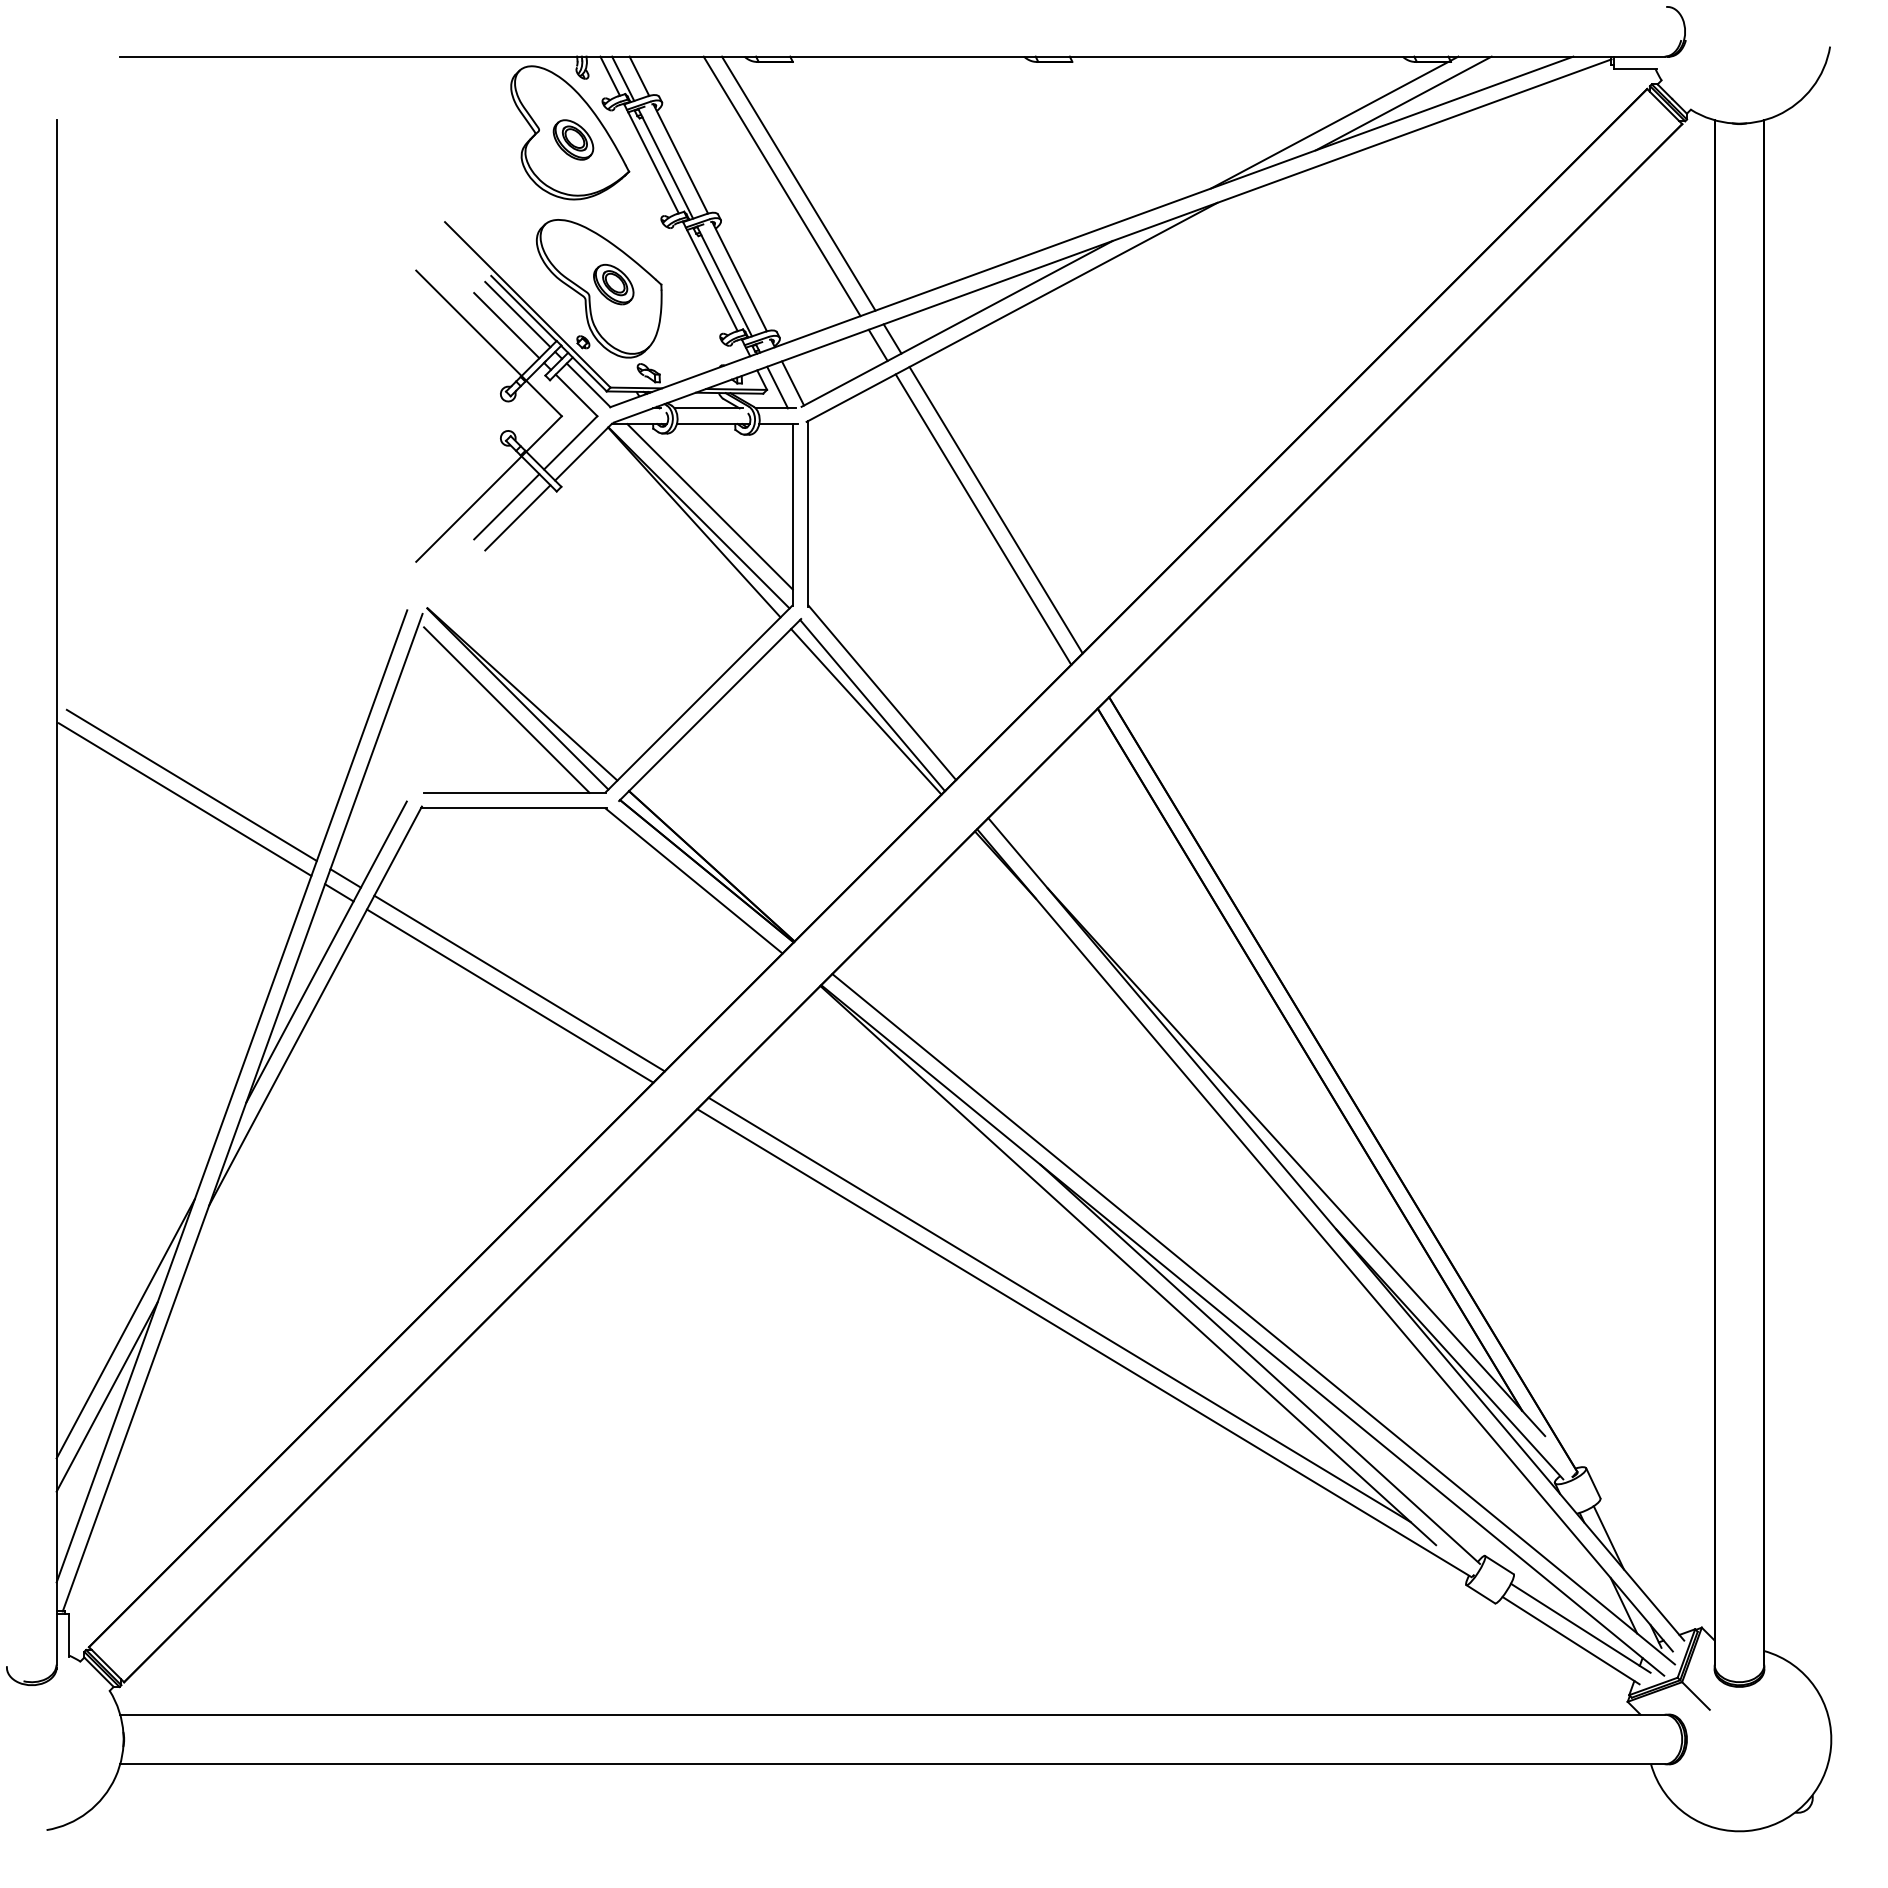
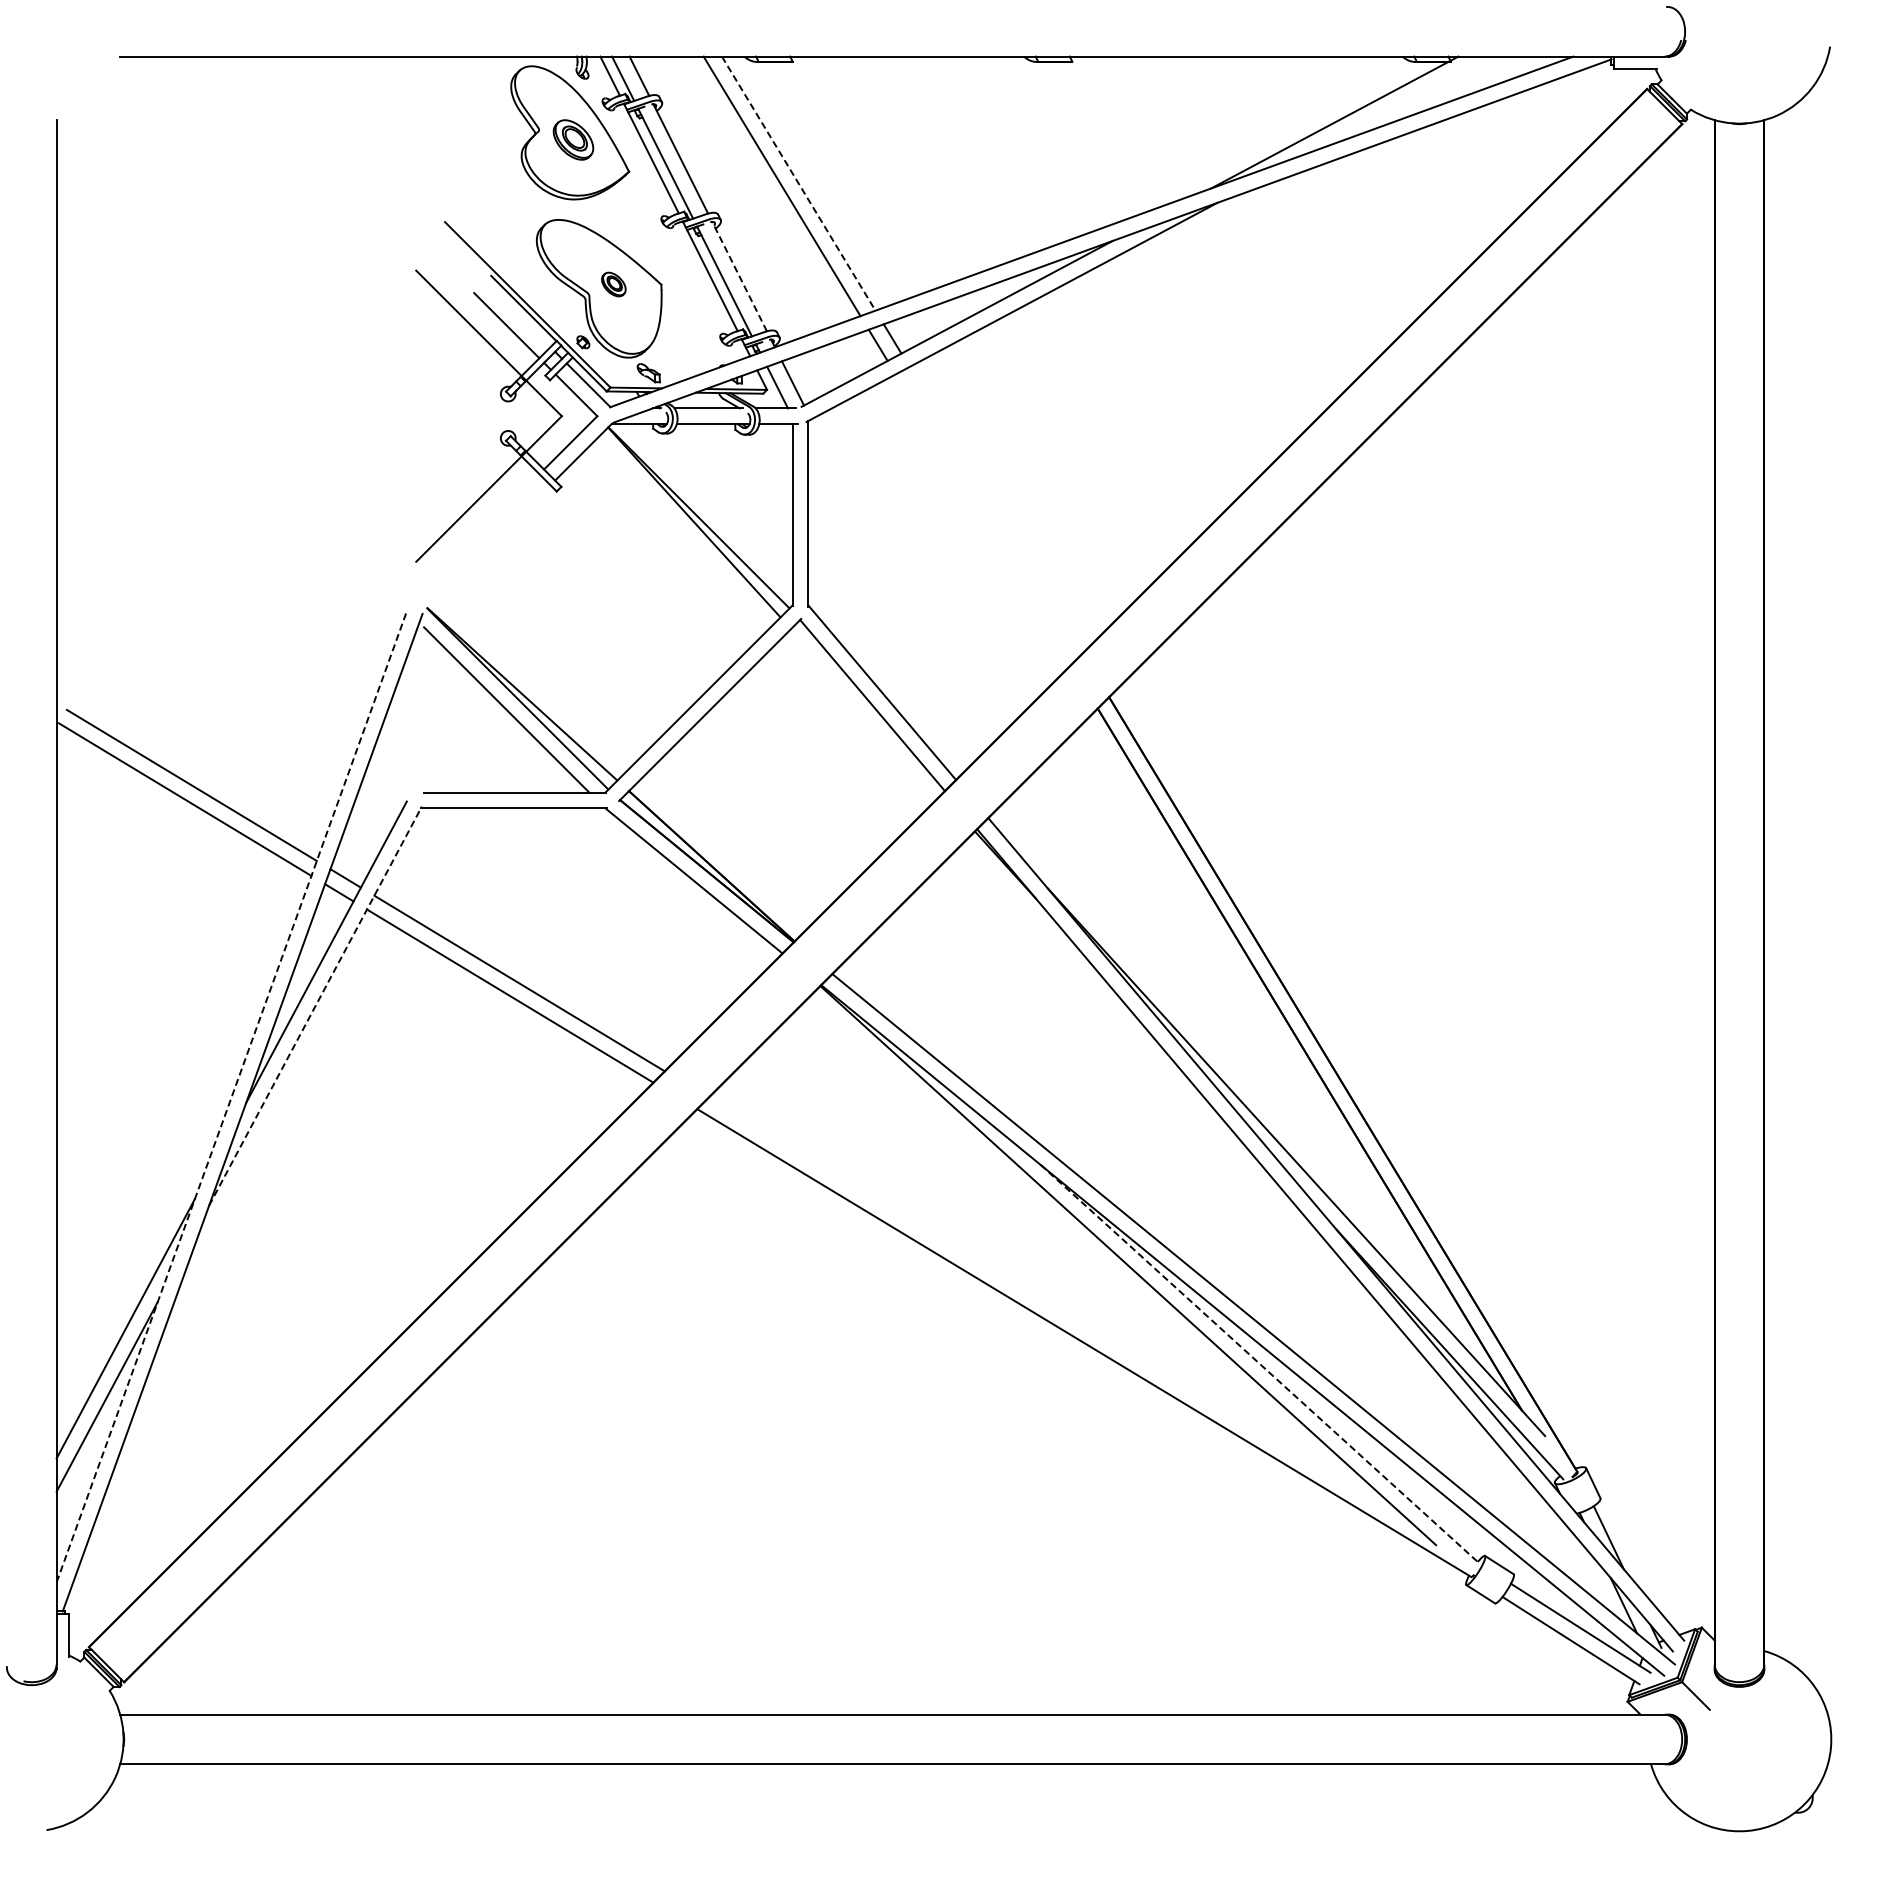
line at (1403, 103): present -> none
line at (799, 184): solid -> dashed
line at (739, 276): solid -> dashed
part at (613, 284) size: 42x43 px -> 26x27 px
line at (517, 314): present -> none
line at (506, 506): present -> none
line at (709, 506): present -> none
line at (995, 510): present -> none
line at (517, 517): present -> none
line at (983, 519): present -> none
line at (866, 711): present -> none
line at (315, 1005): solid -> dashed
line at (231, 1096): solid -> dashed
line at (1059, 1309): present -> none
line at (1260, 1364): solid -> dashed
